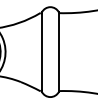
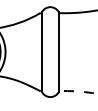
arc at (77, 91): solid -> dashed
